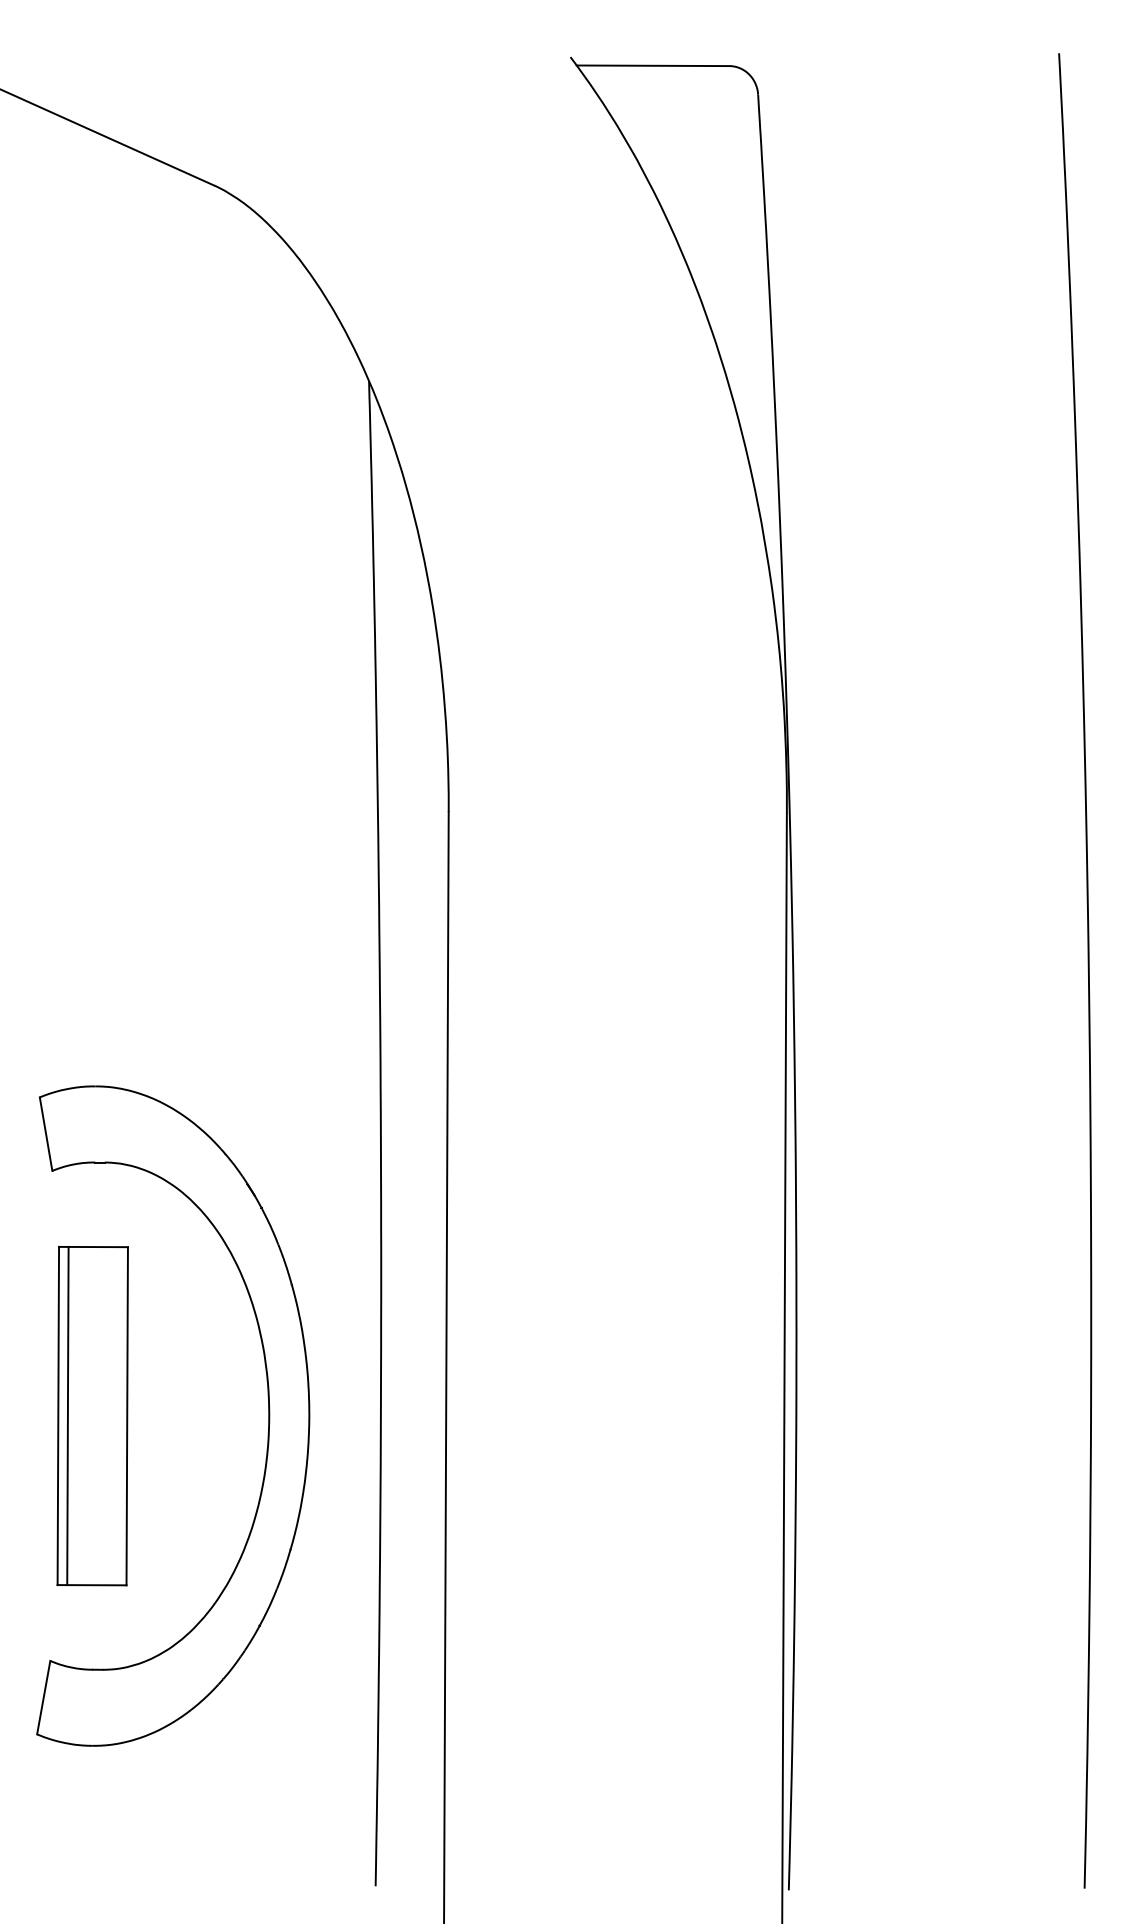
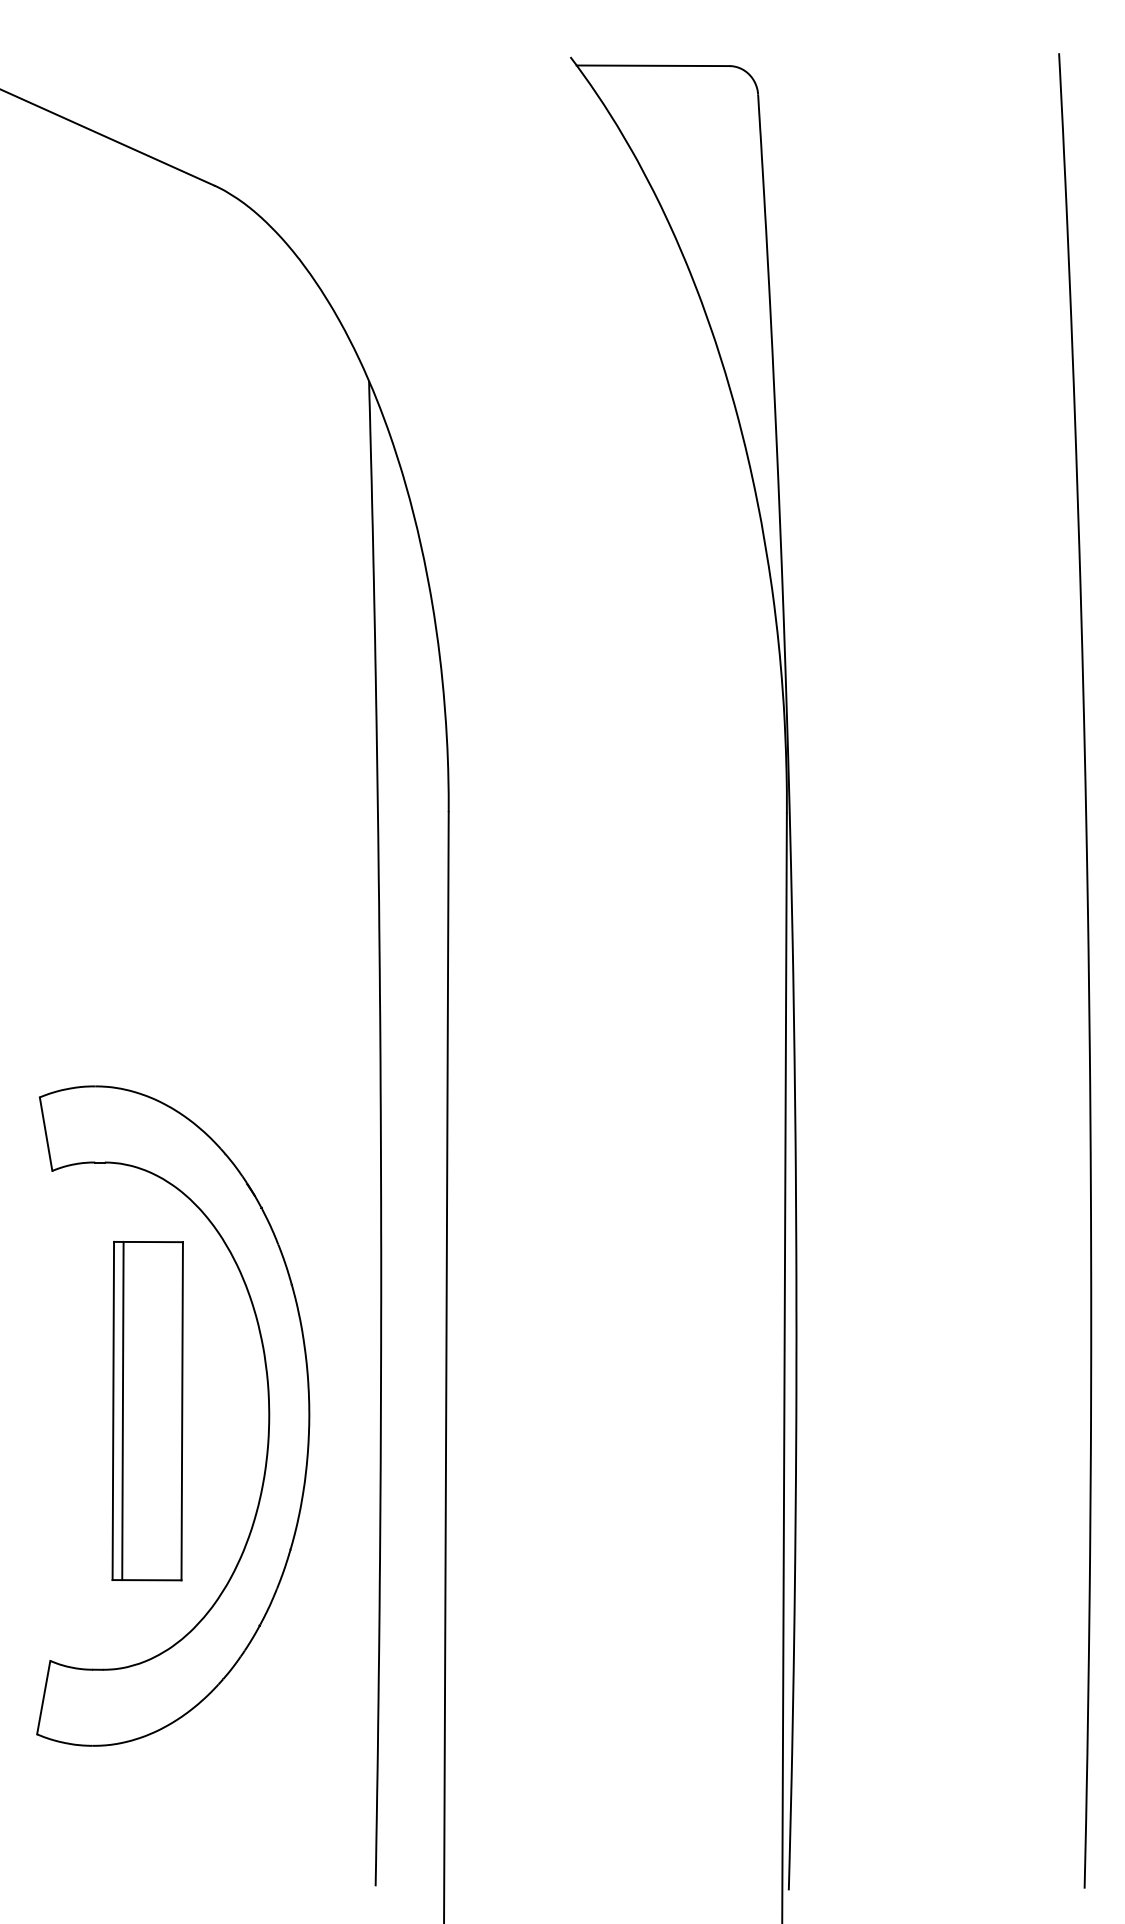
part at (92, 1416) position: (92, 1416) -> (147, 1411)
